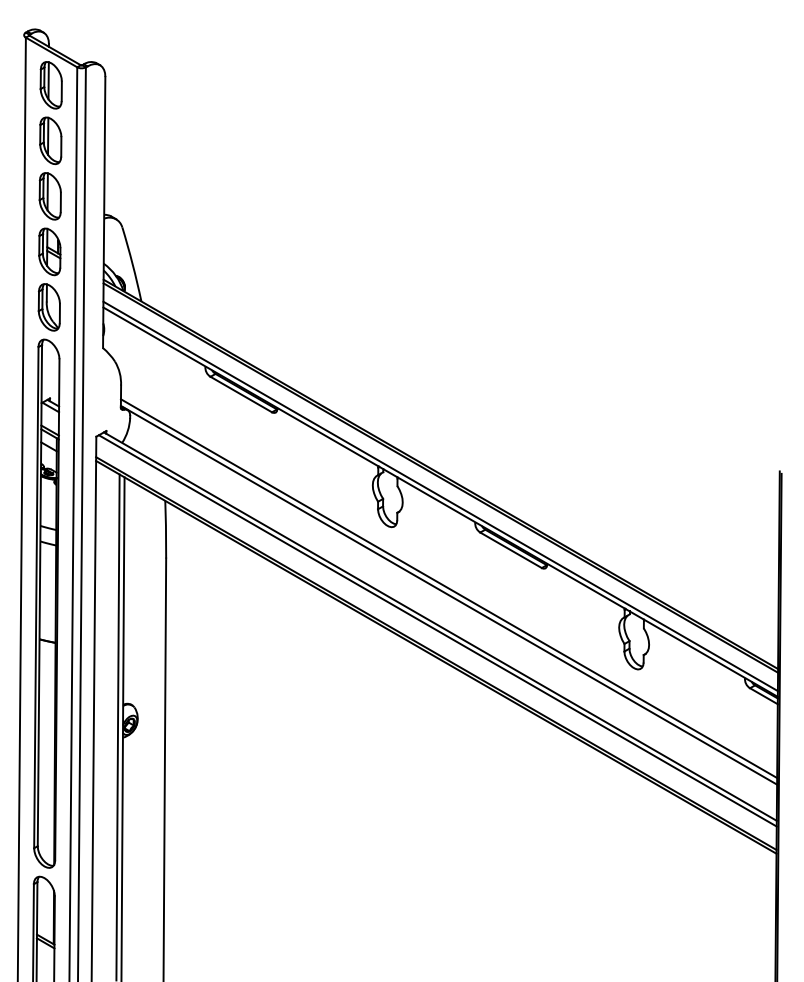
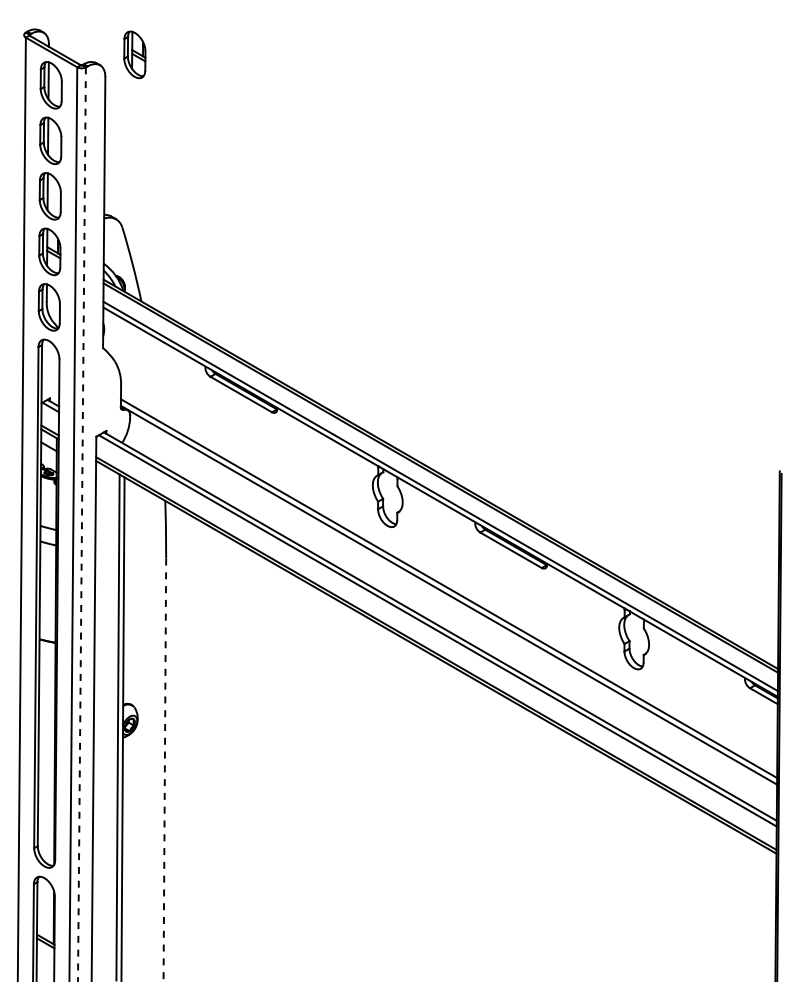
part at (134, 54): none -> present
line at (81, 525): solid -> dashed
line at (164, 770): solid -> dashed
